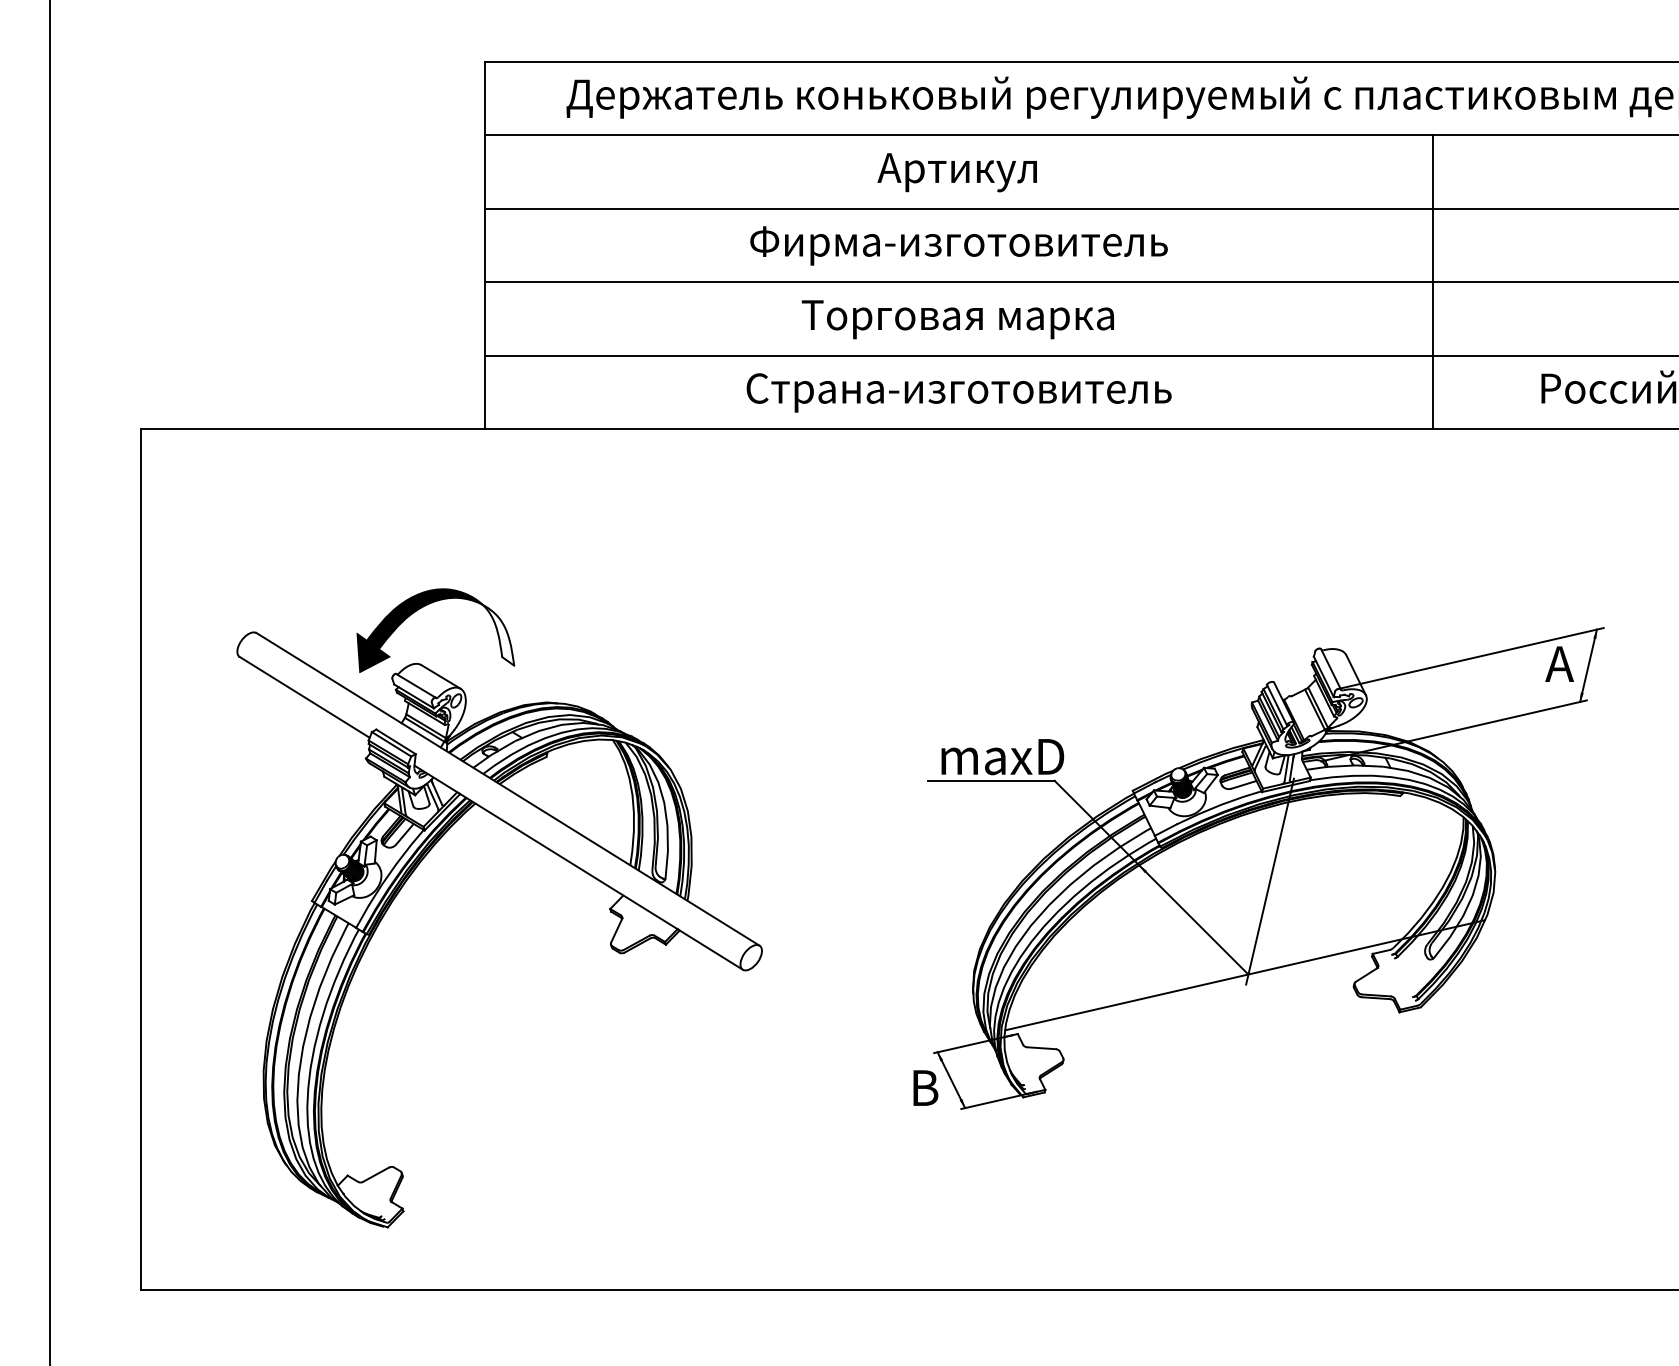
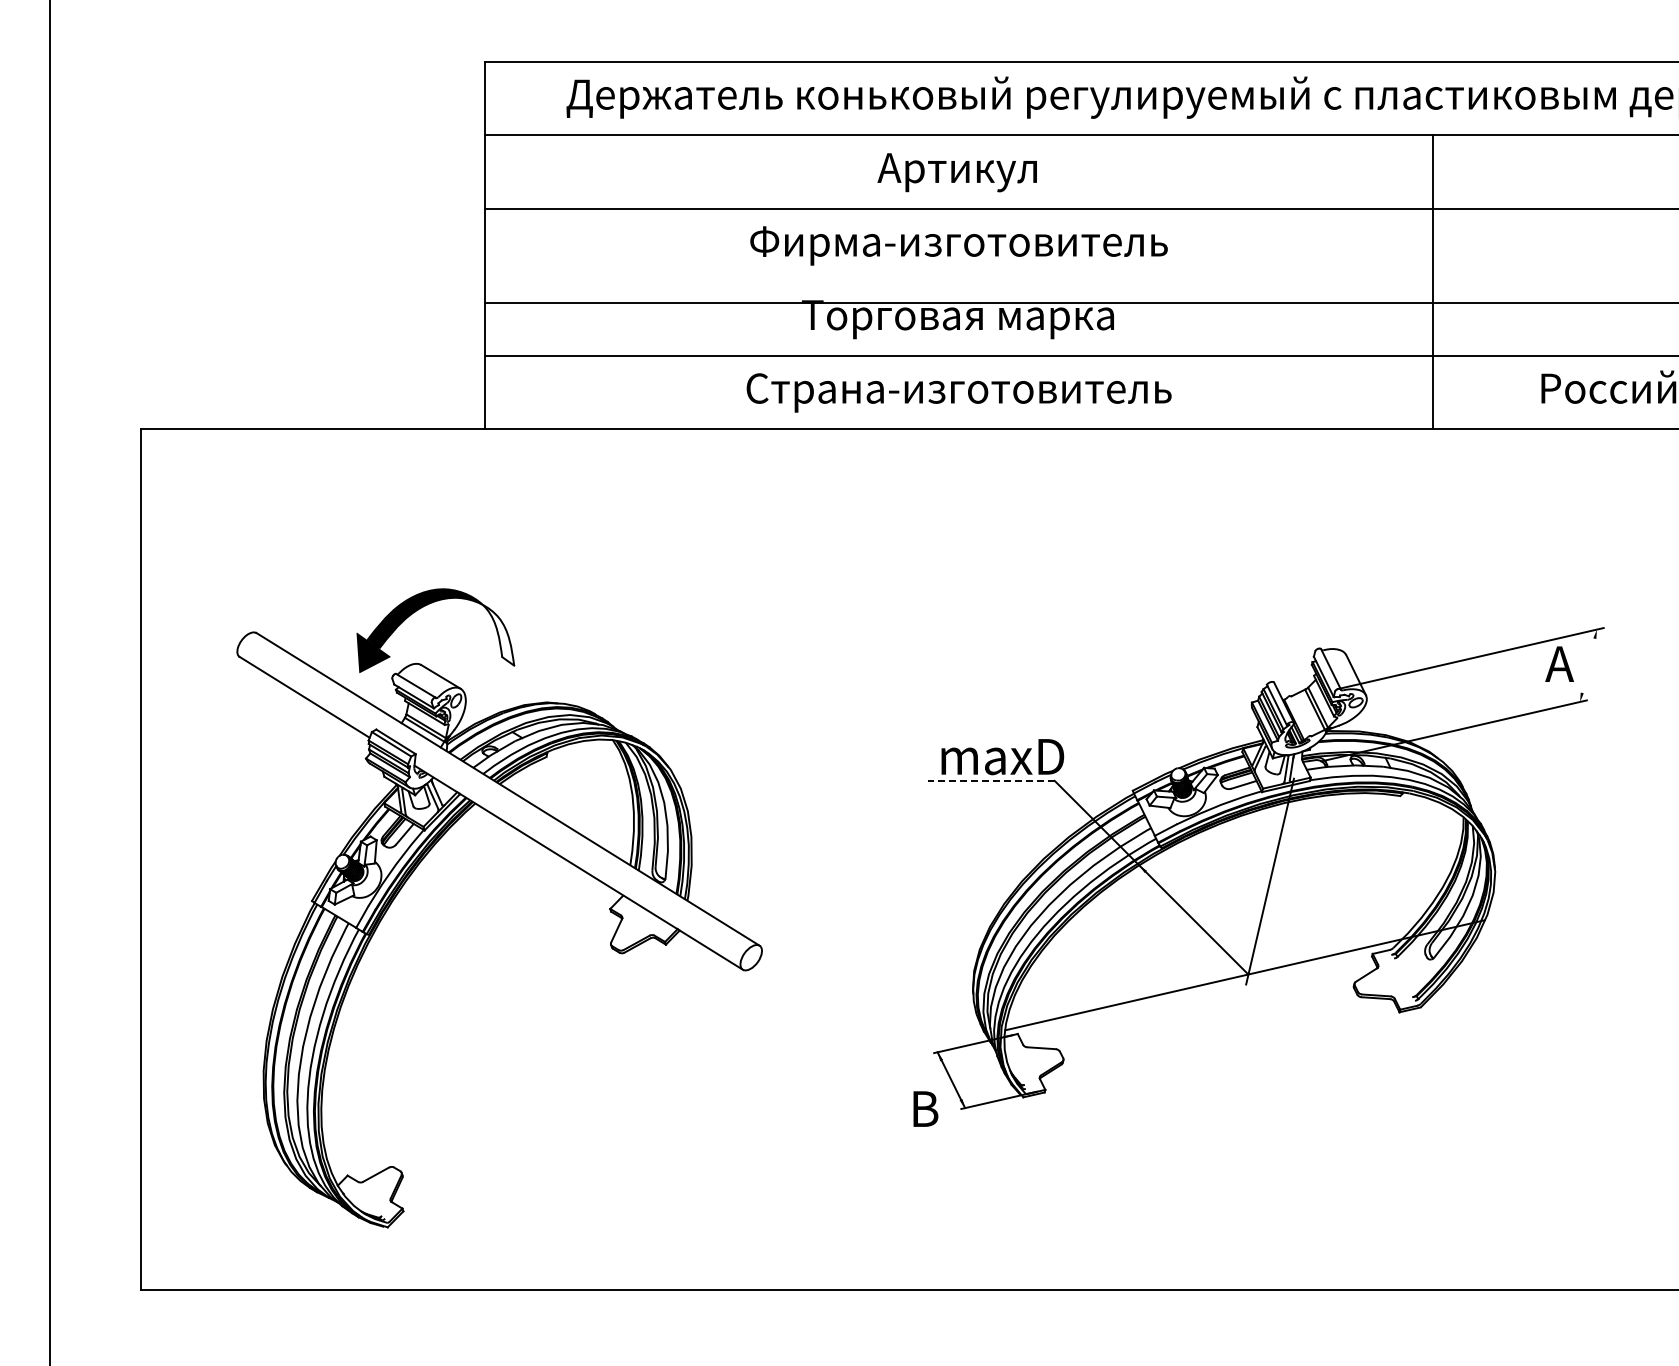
line at (1080, 282) position: (1080, 282) -> (1080, 303)
line at (1588, 665): present -> none
line at (991, 780): solid -> dashed
text at (925, 1087) position: (925, 1087) -> (925, 1108)
